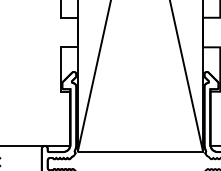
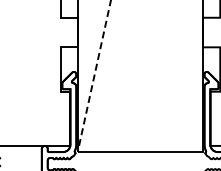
line at (94, 76): solid -> dashed
line at (186, 76): present -> none
